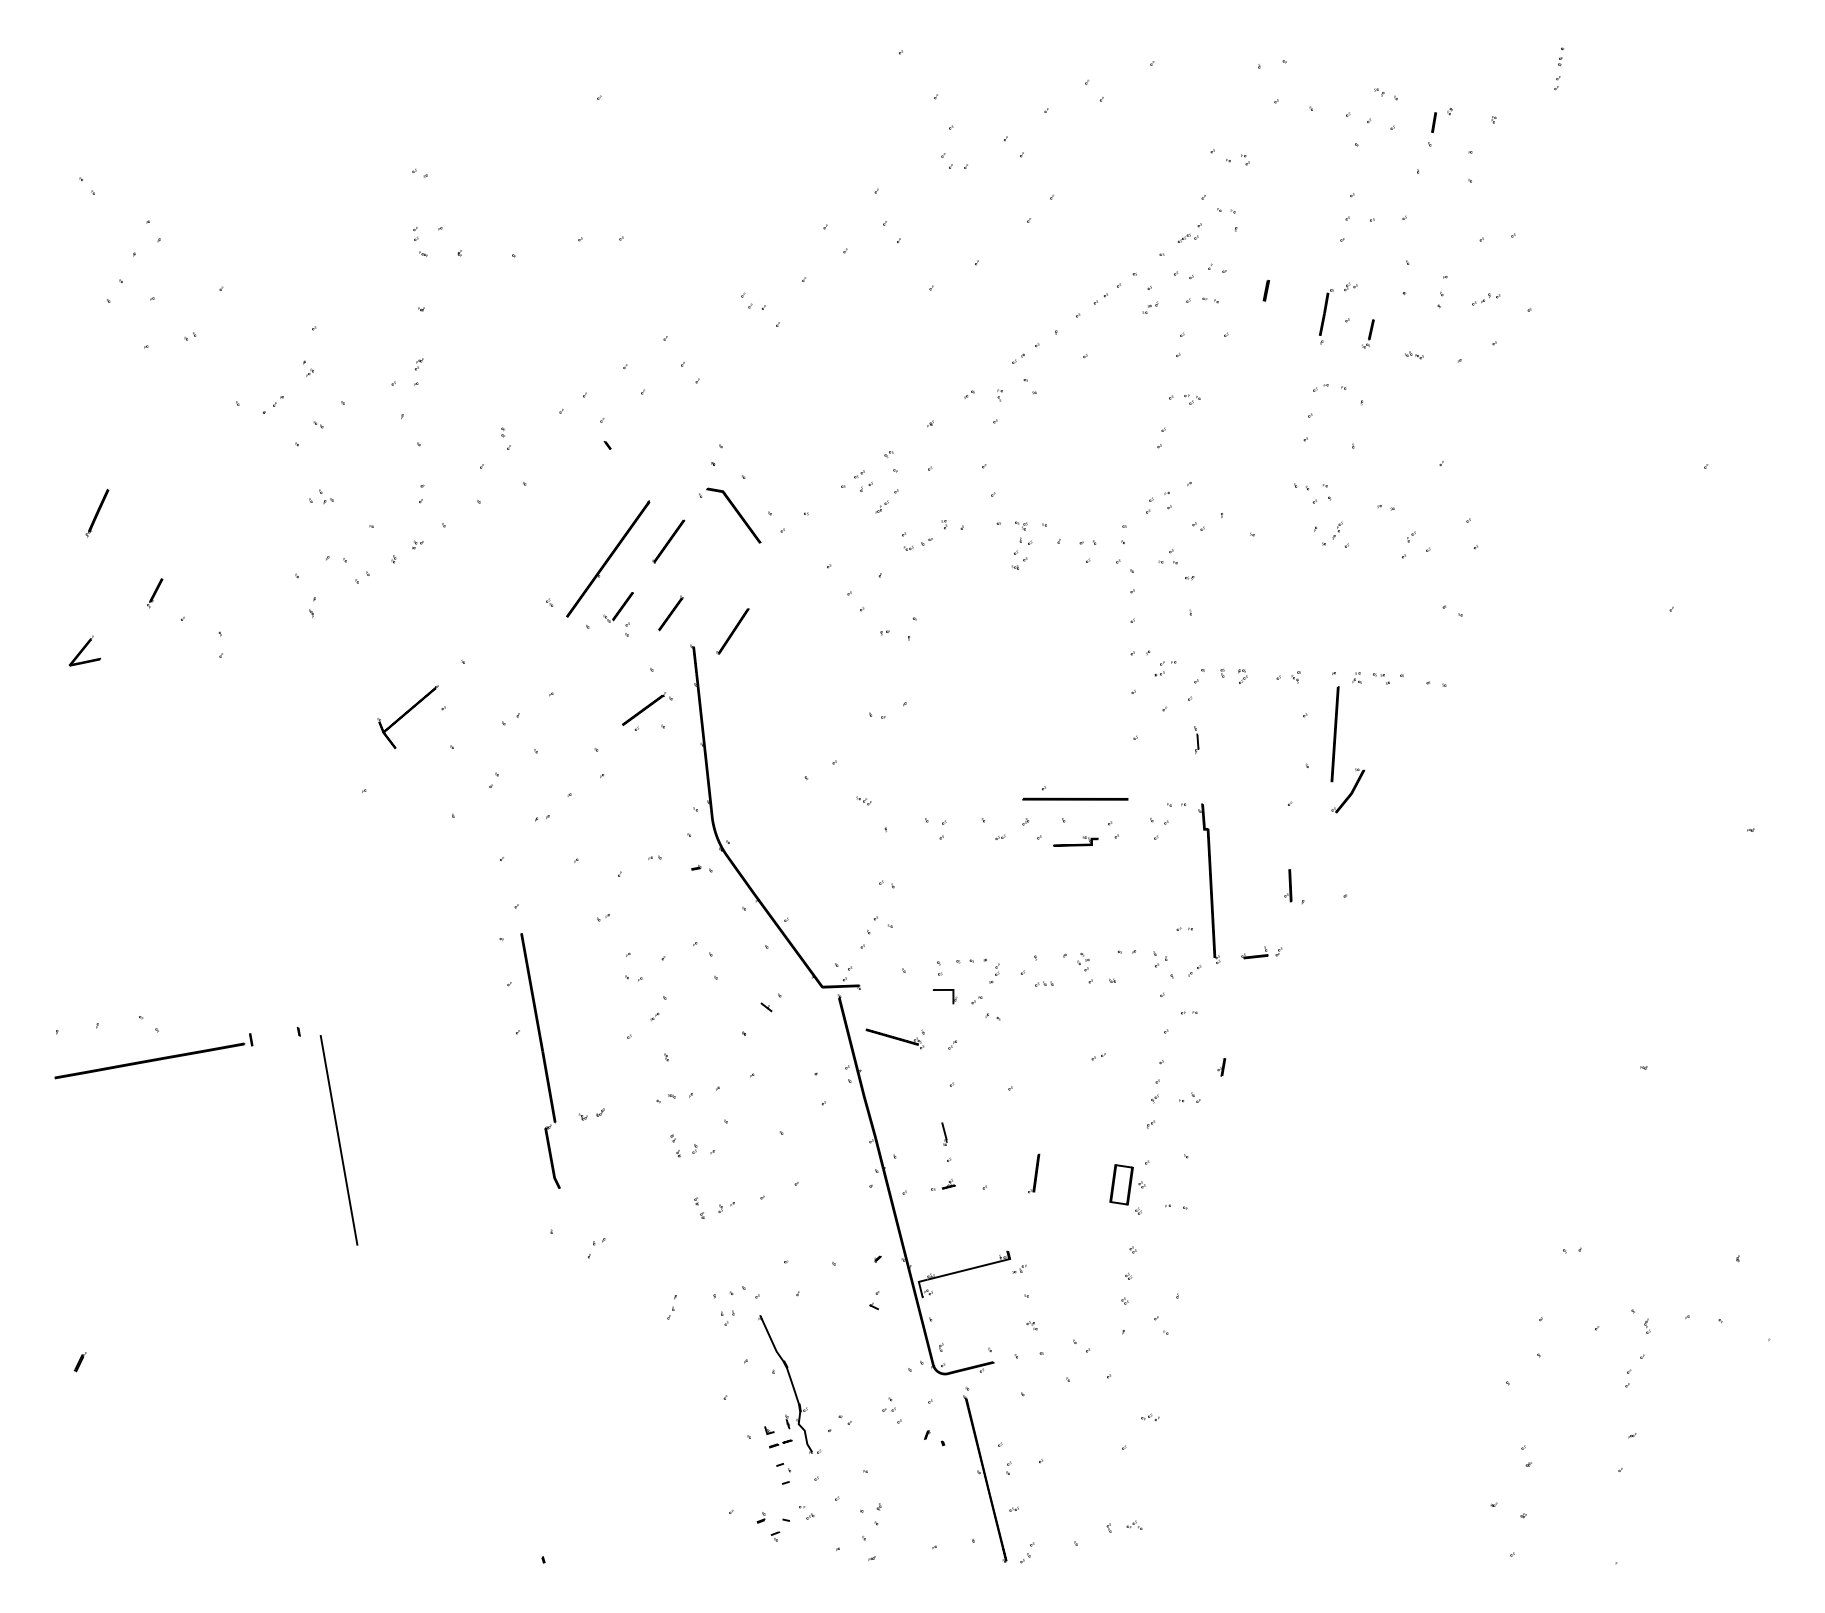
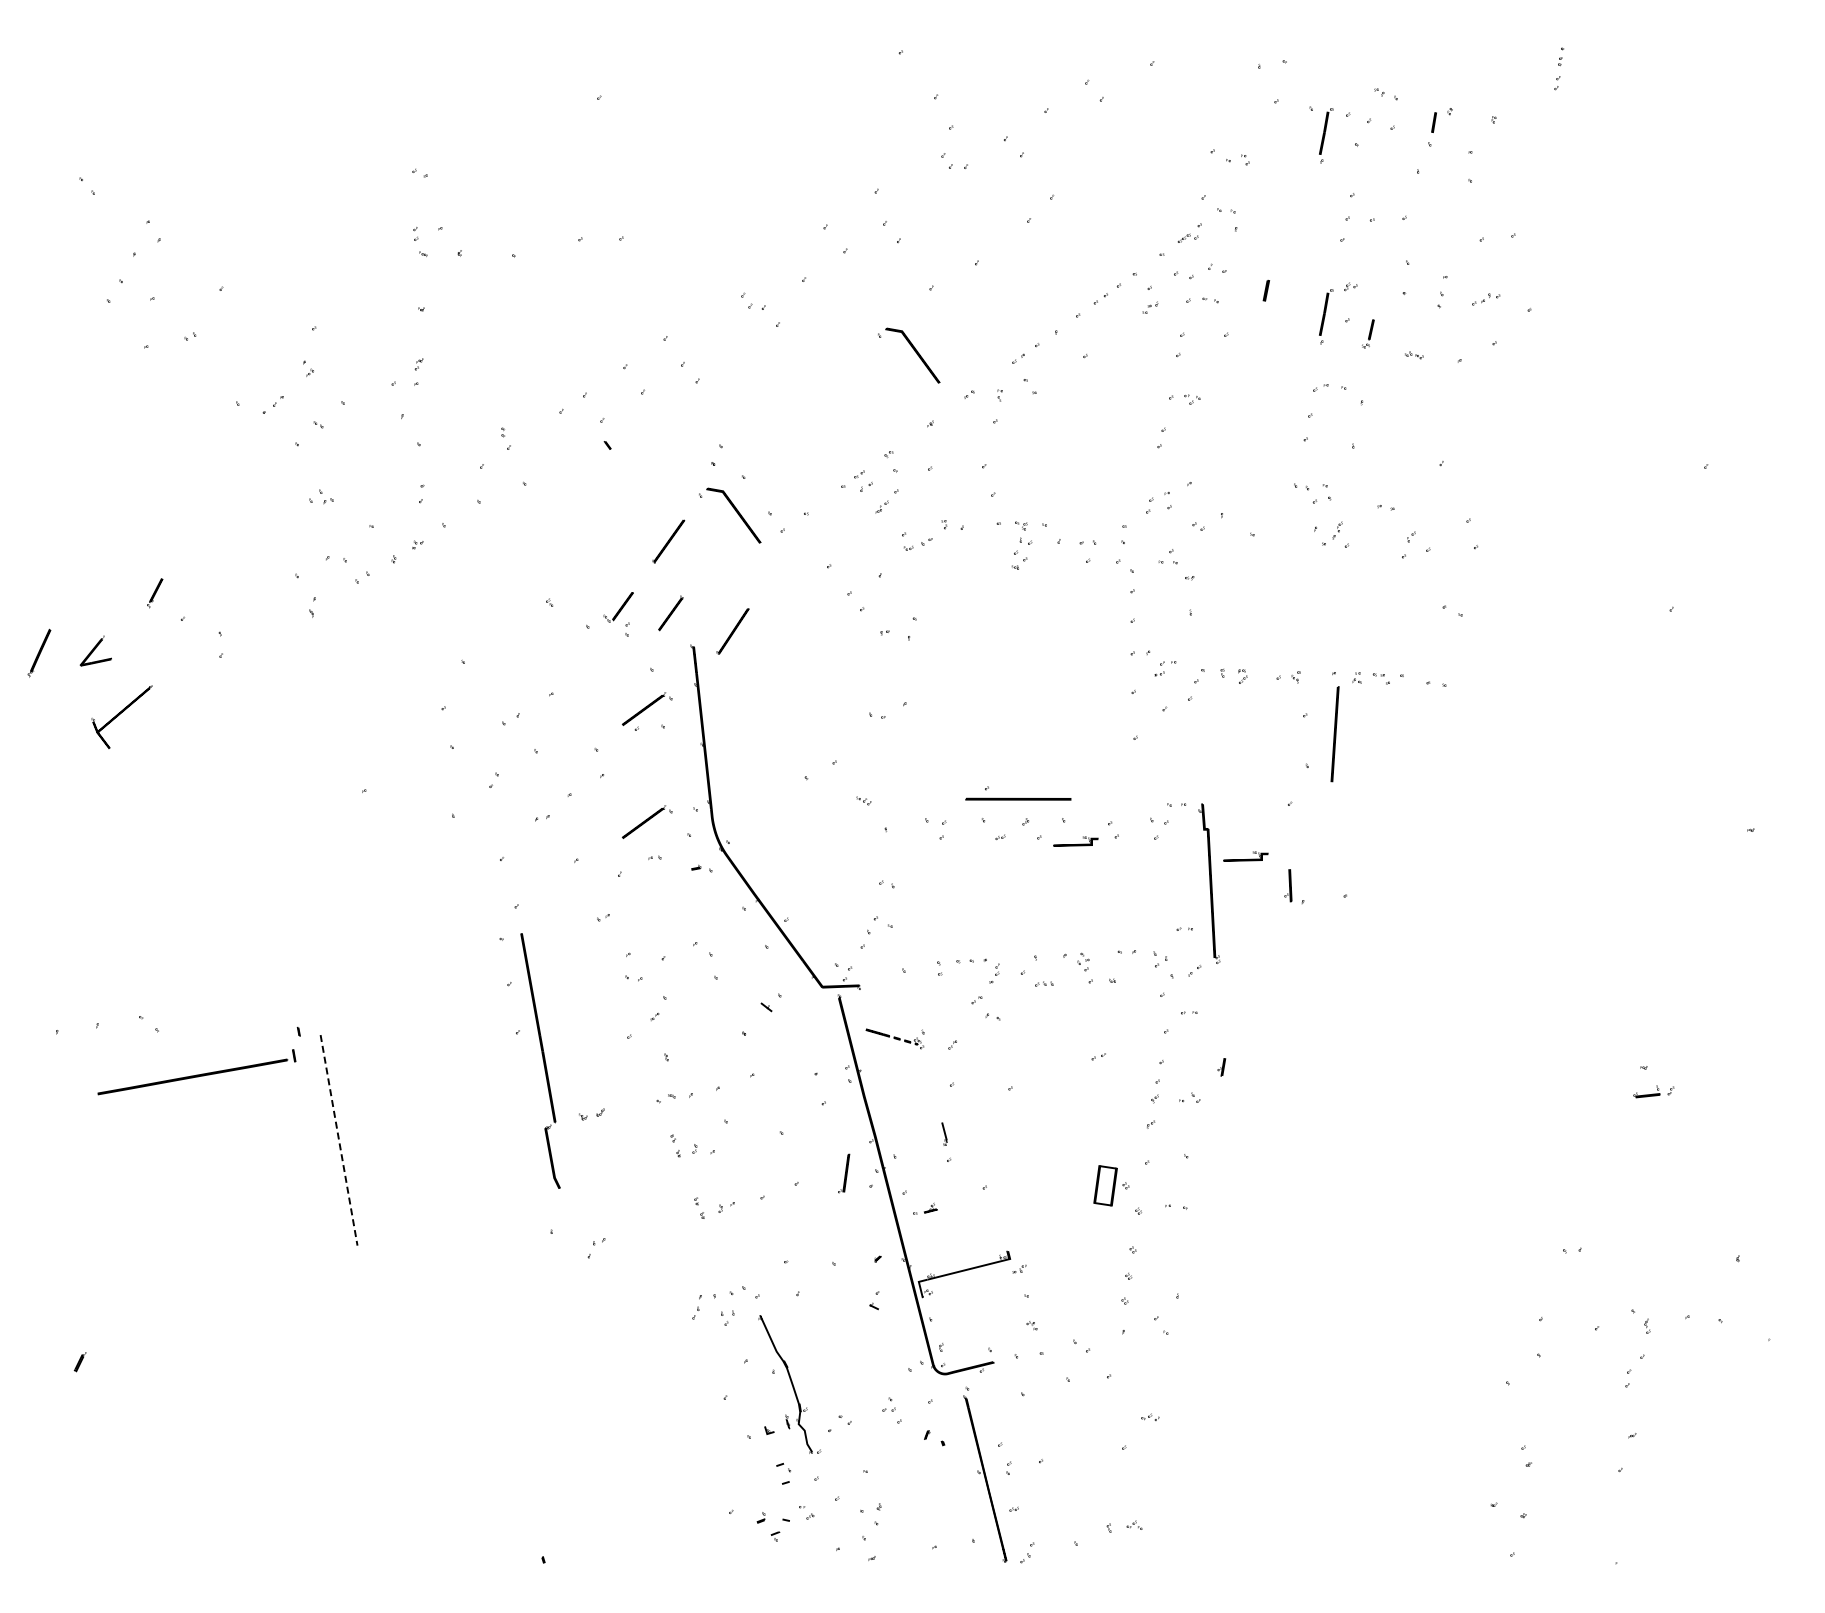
part at (1326, 135): none -> present
part at (914, 351): none -> present
part at (97, 512) position: (97, 512) -> (39, 652)
part at (608, 558): present -> none
part at (84, 650) position: (84, 650) -> (95, 650)
part at (407, 716) position: (407, 716) -> (121, 716)
part at (1196, 739): present -> none
part at (1348, 790): present -> none
part at (1075, 793) position: (1075, 793) -> (1018, 793)
part at (646, 821): none -> present
part at (1245, 856): none -> present
part at (1261, 952) position: (1261, 952) -> (1653, 1091)
part at (944, 996): present -> none
line at (918, 1044): solid -> dashed
part at (153, 1056) position: (153, 1056) -> (196, 1072)
line at (339, 1140): solid -> dashed
part at (1034, 1173) position: (1034, 1173) -> (844, 1173)
part at (943, 1184) position: (943, 1184) -> (925, 1208)
part at (1127, 1184) position: (1127, 1184) -> (1111, 1185)
part at (671, 1307) position: (671, 1307) -> (696, 1307)
line at (779, 1444): present -> none
